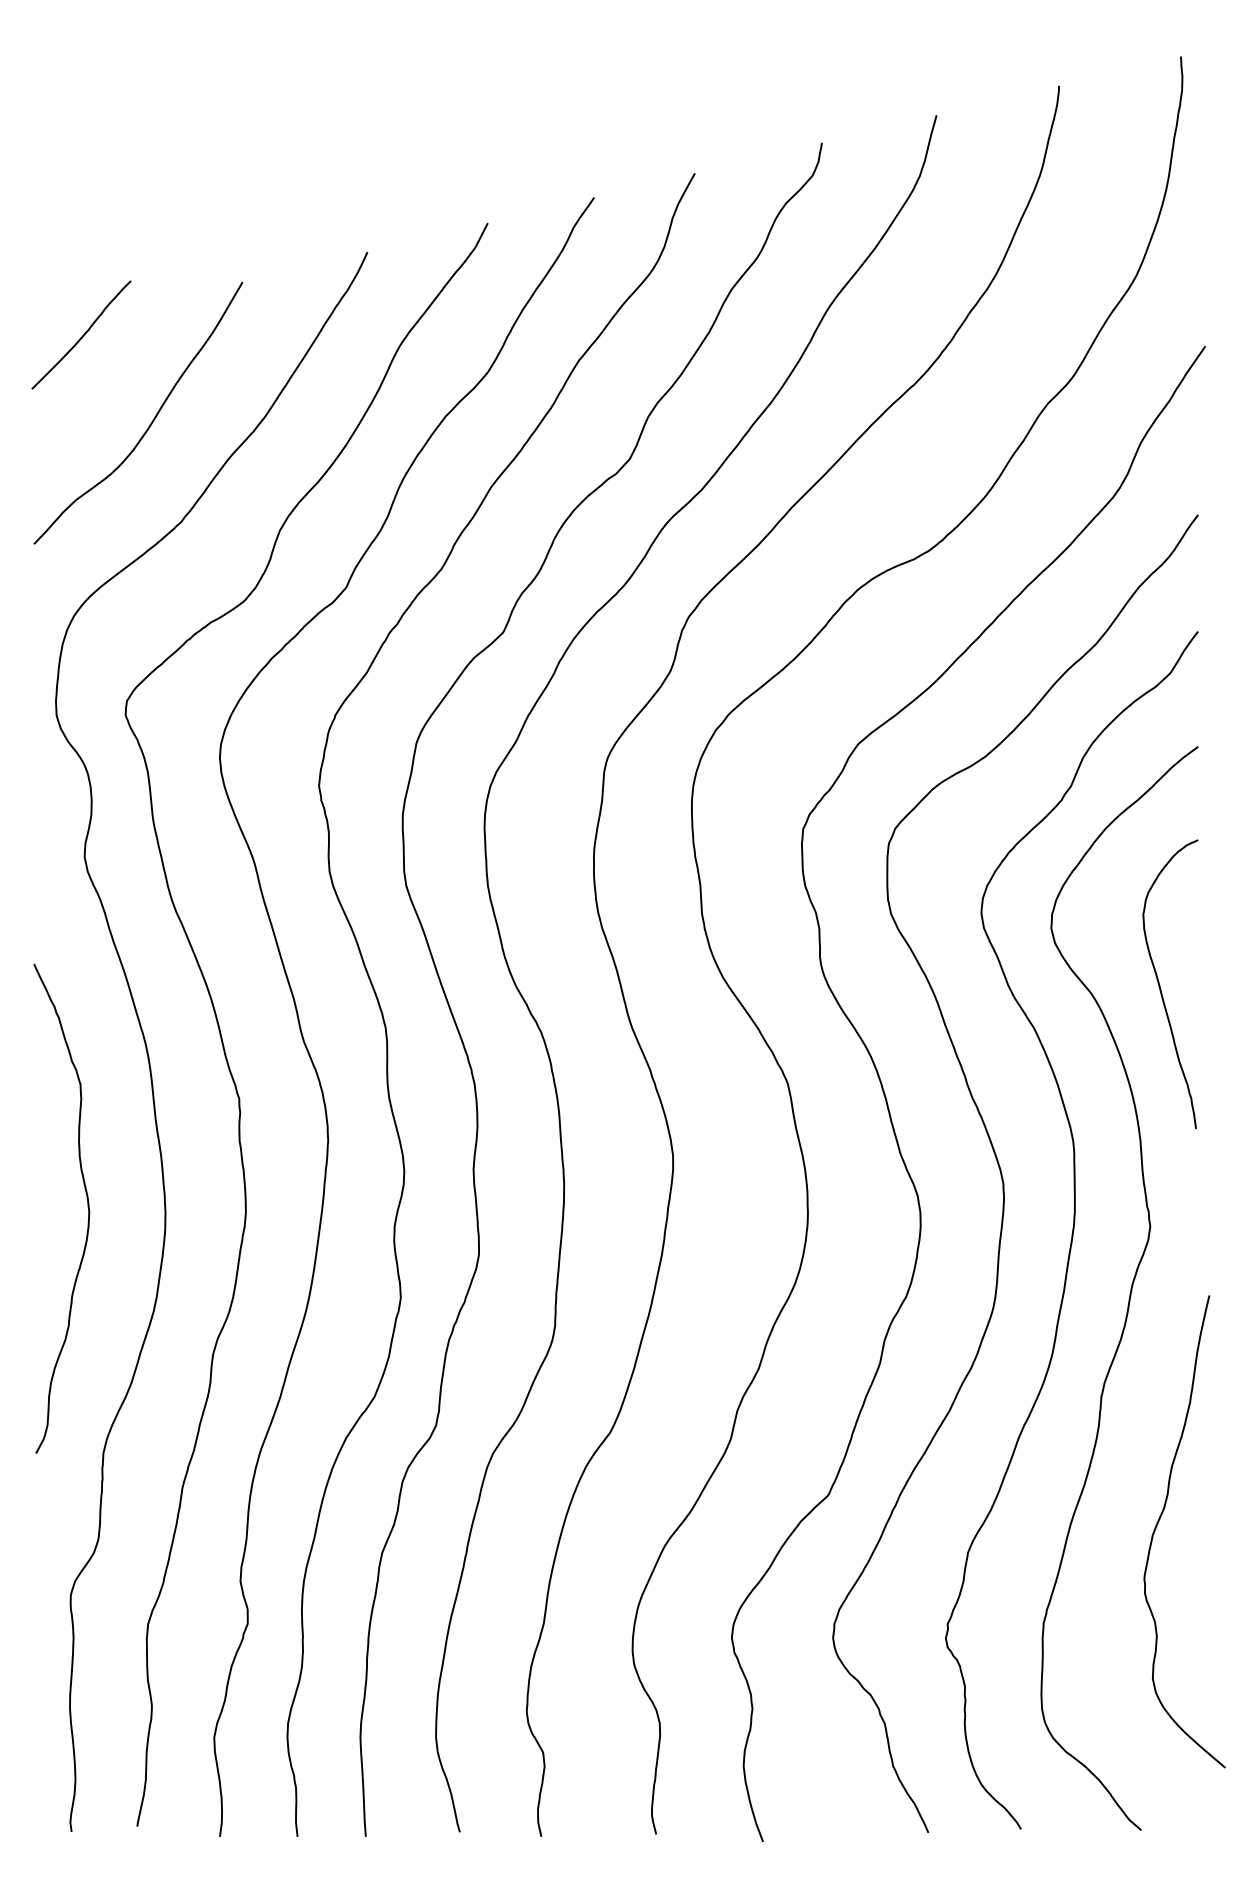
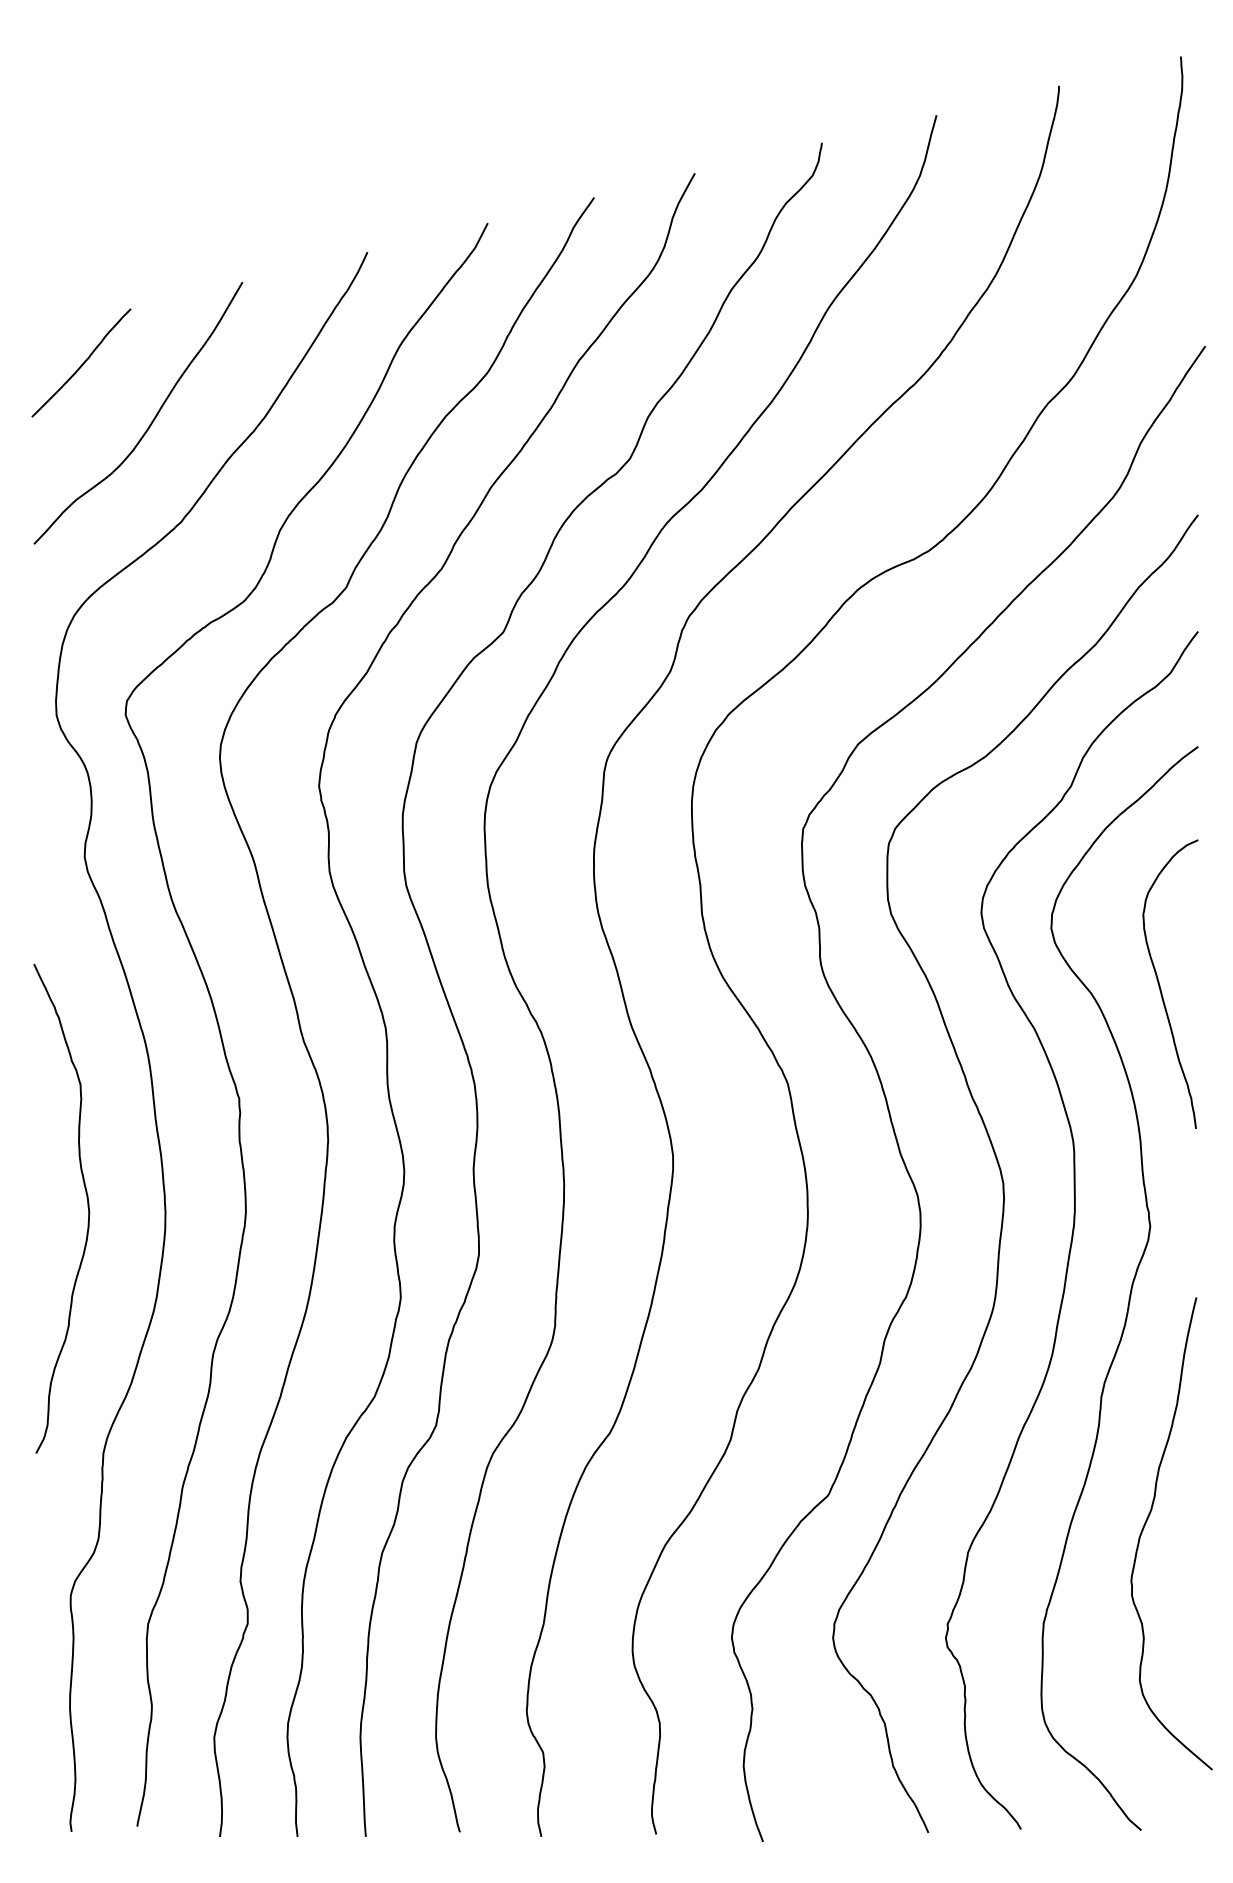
curve at (82, 335) position: (82, 335) -> (82, 363)
curve at (1160, 1519) position: (1160, 1519) -> (1147, 1521)
